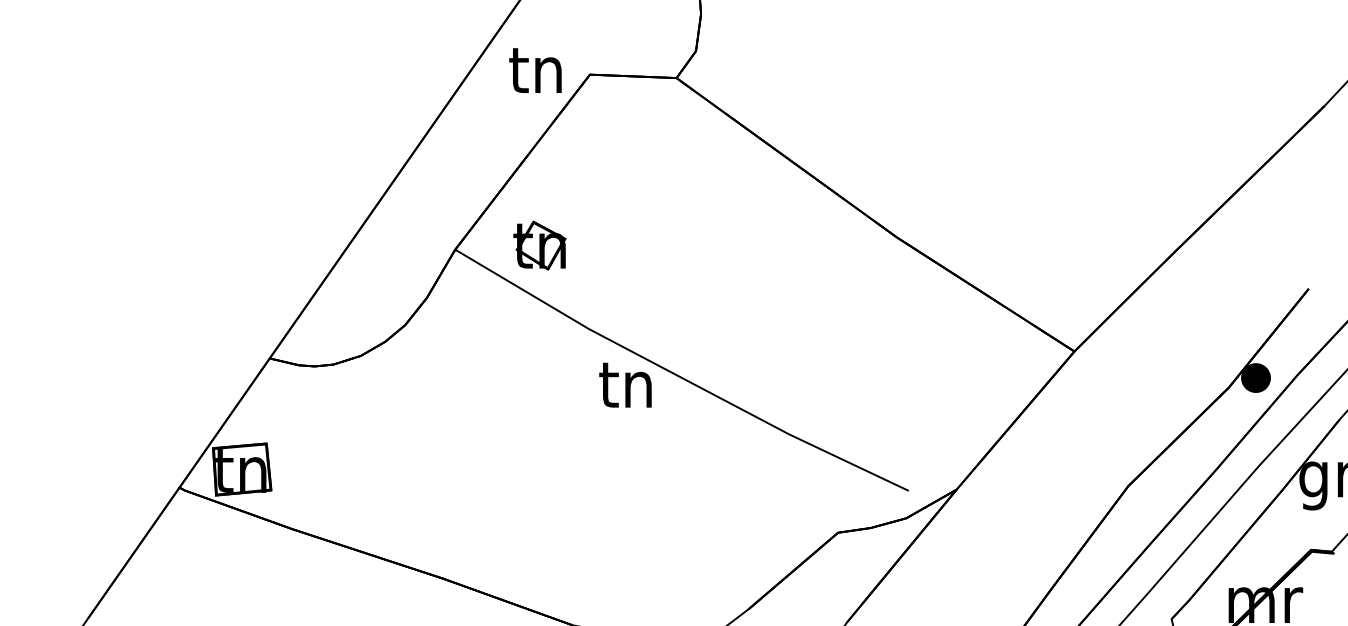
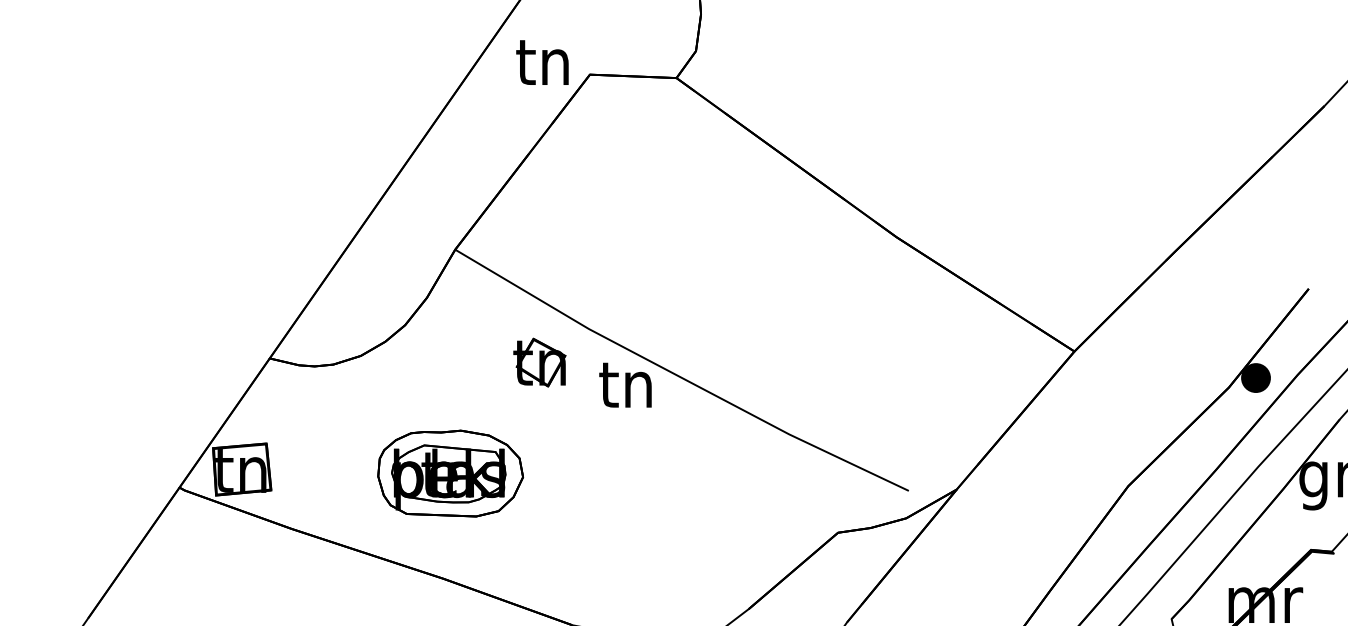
text at (535, 70) position: (535, 70) -> (542, 62)
part at (539, 245) position: (539, 245) -> (539, 362)
part at (450, 473): none -> present
